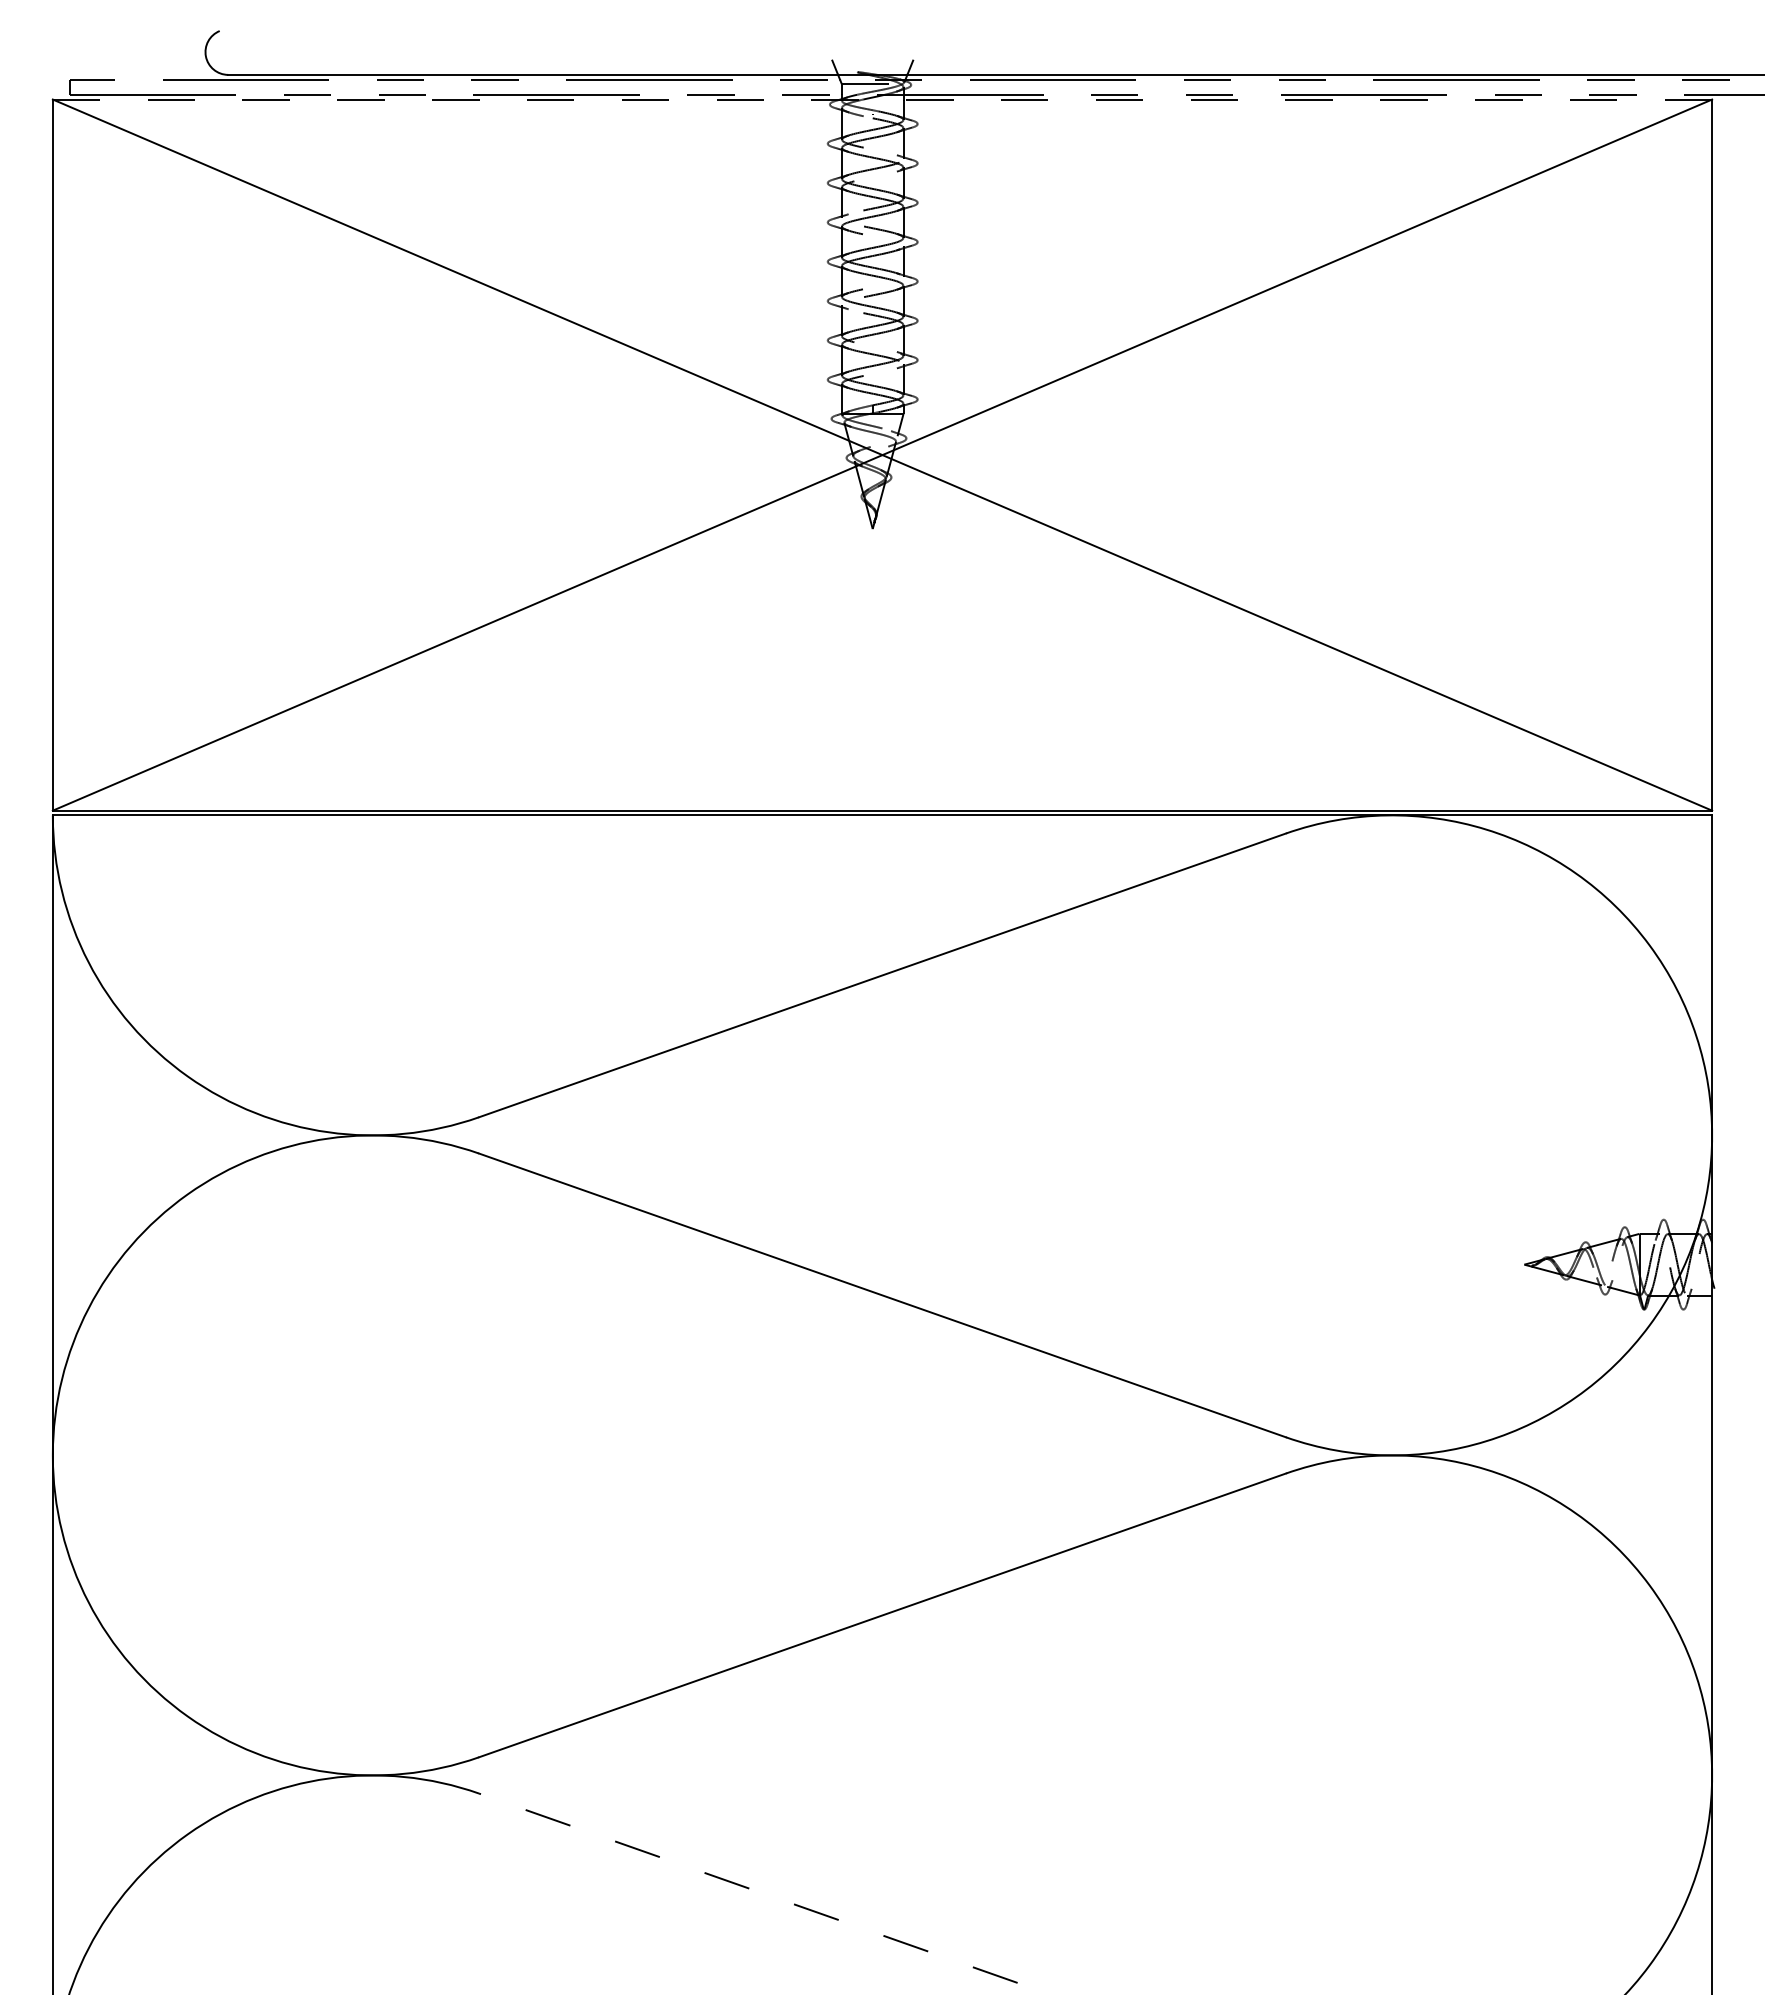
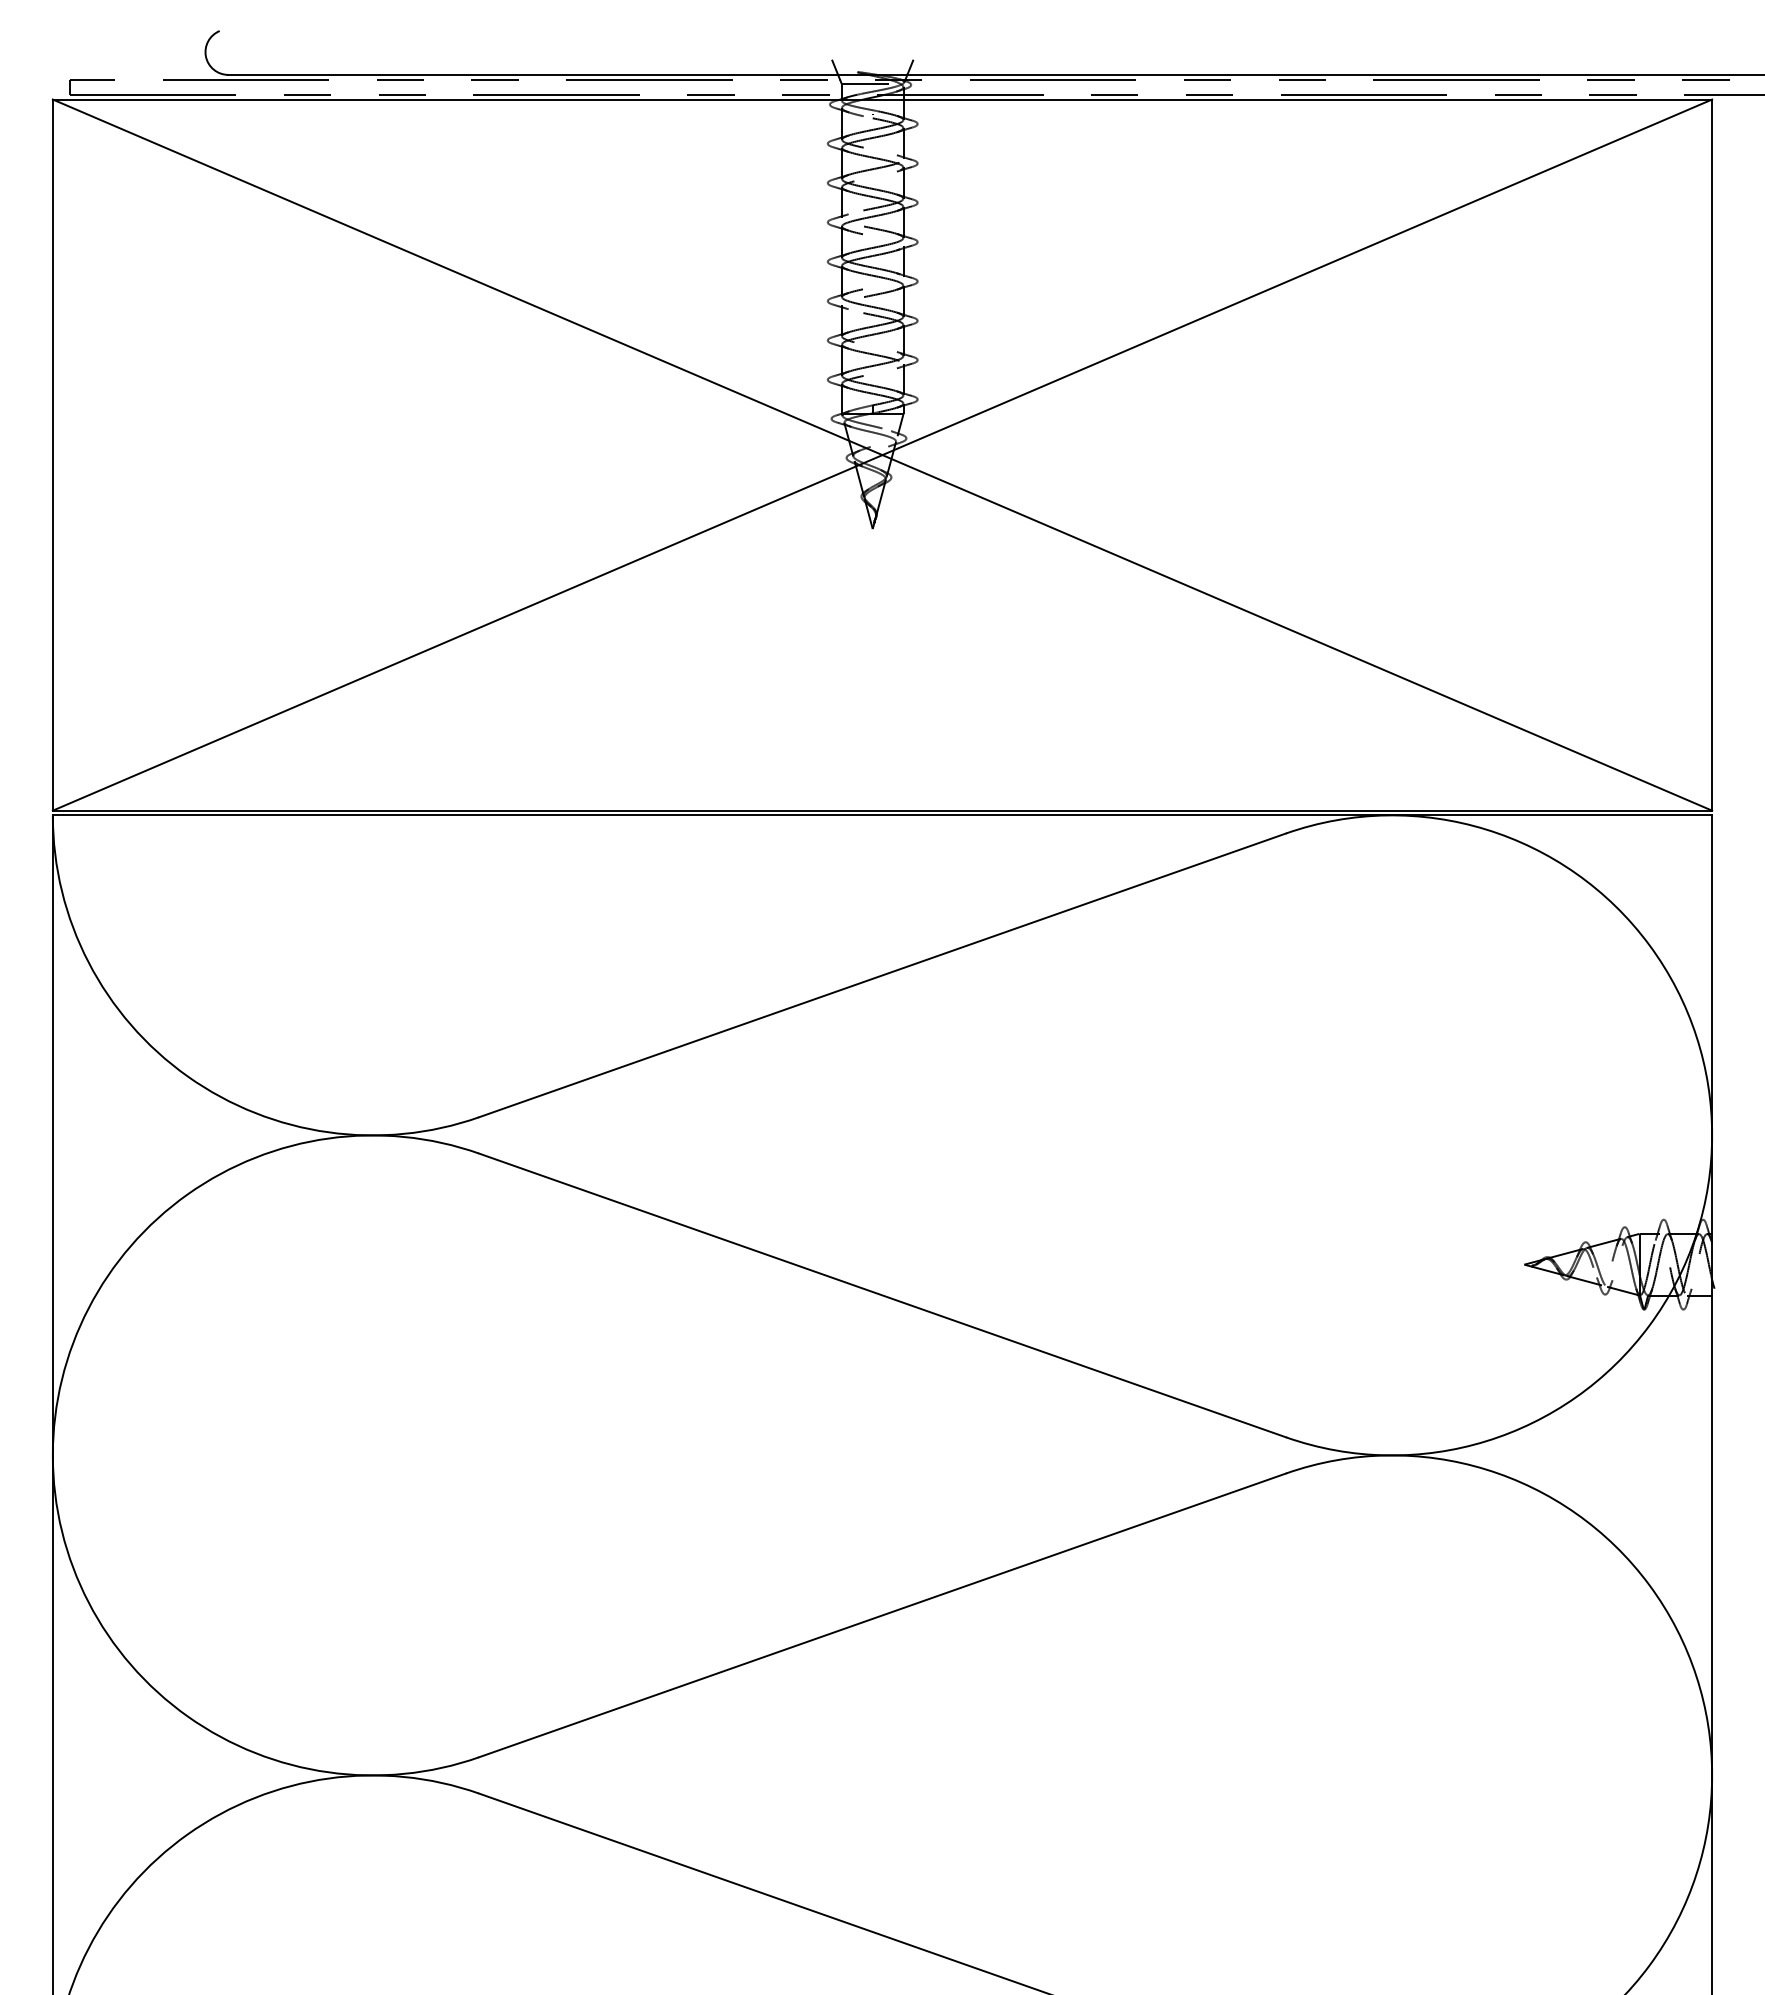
line at (882, 99): dashed -> solid
line at (764, 1893): dashed -> solid
